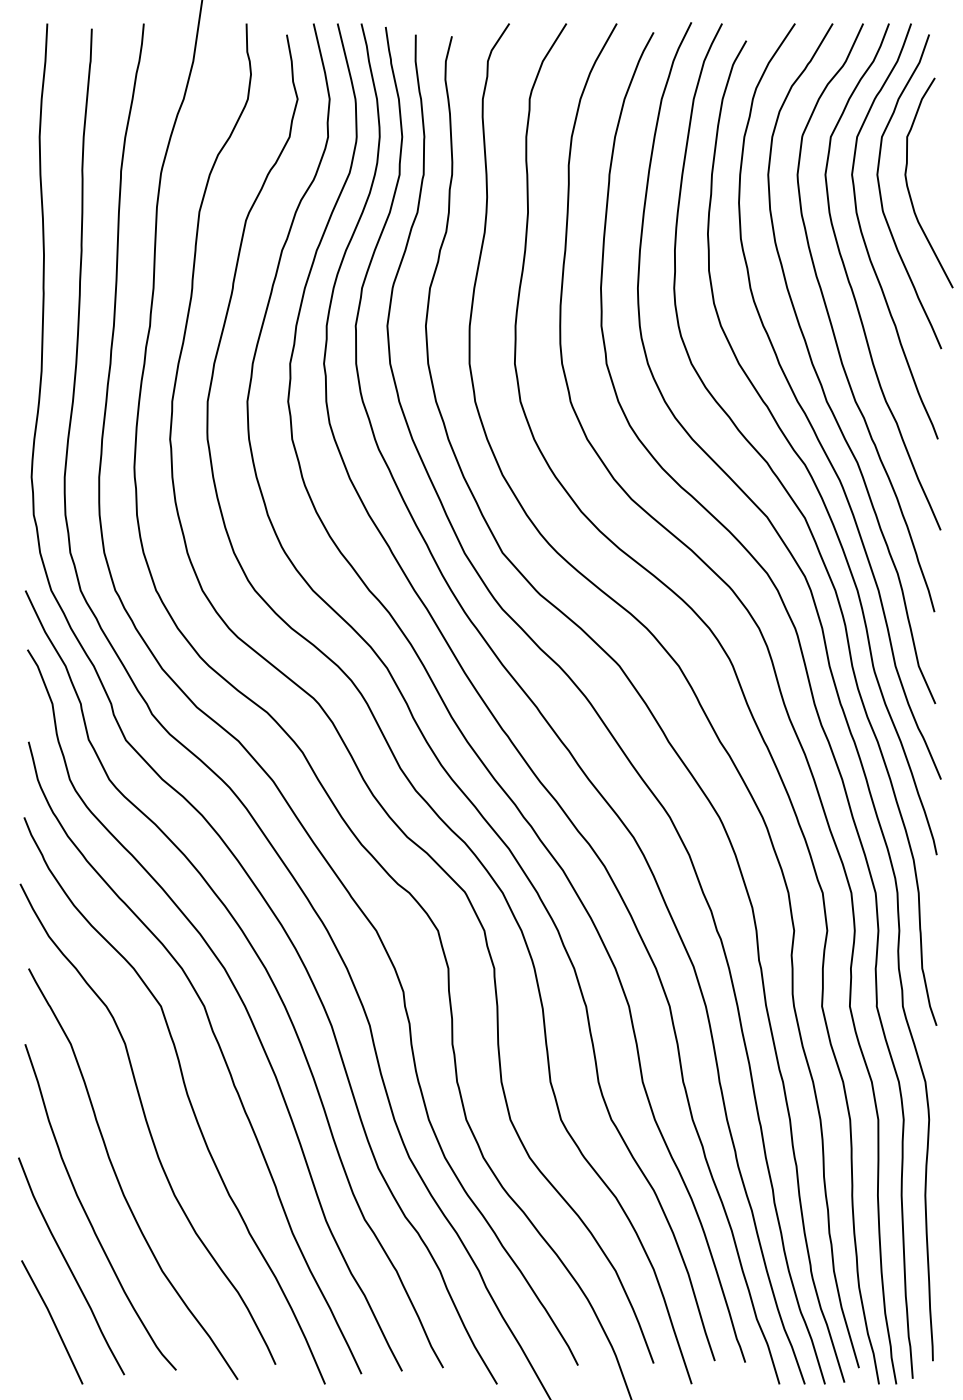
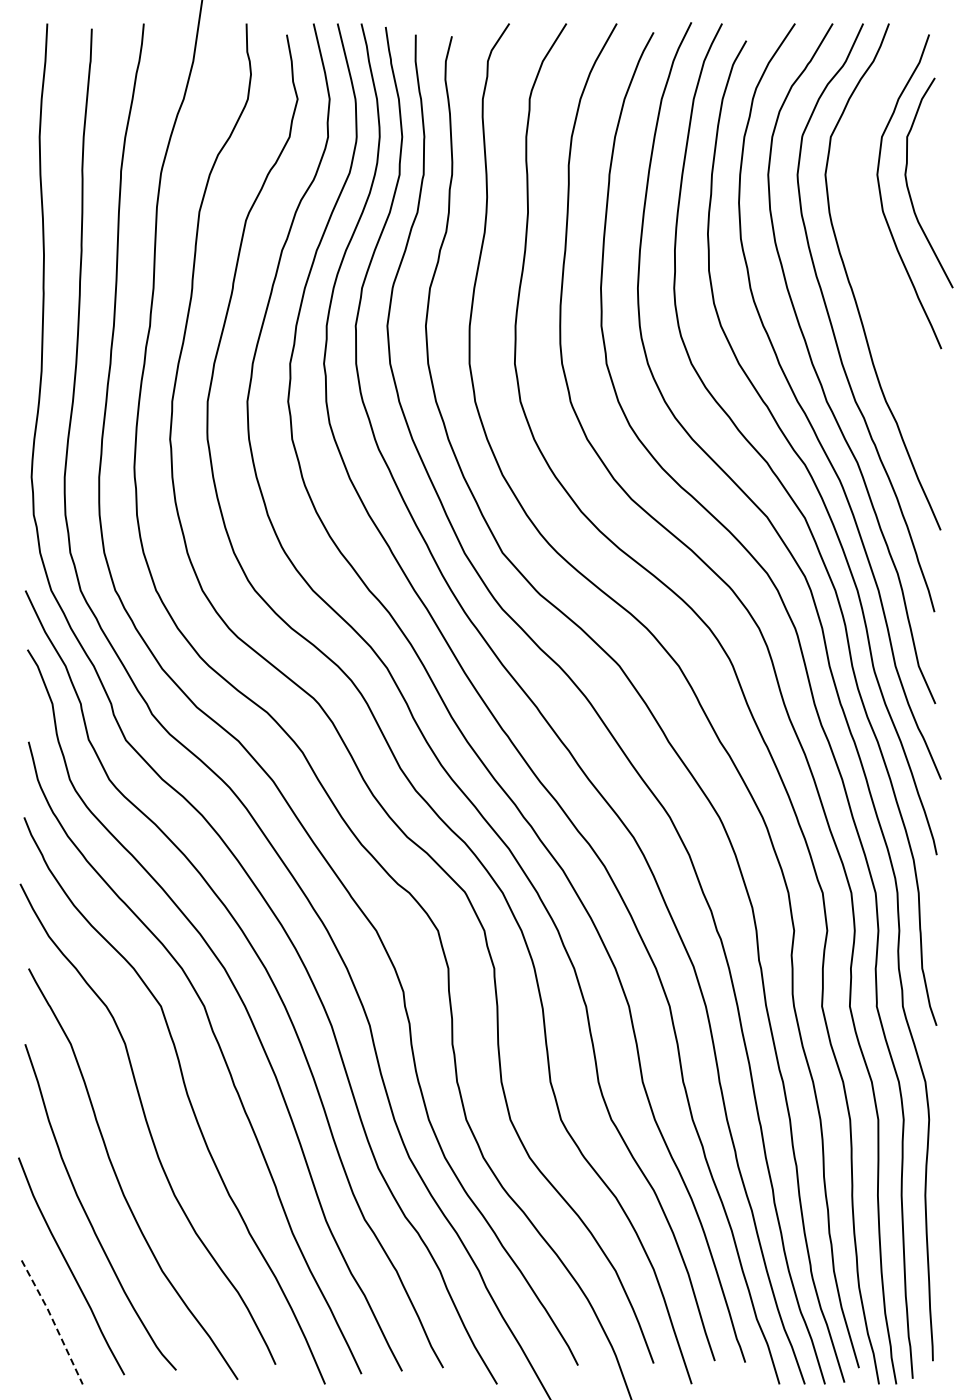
curve at (865, 241): present -> none
line at (53, 1321): solid -> dashed
